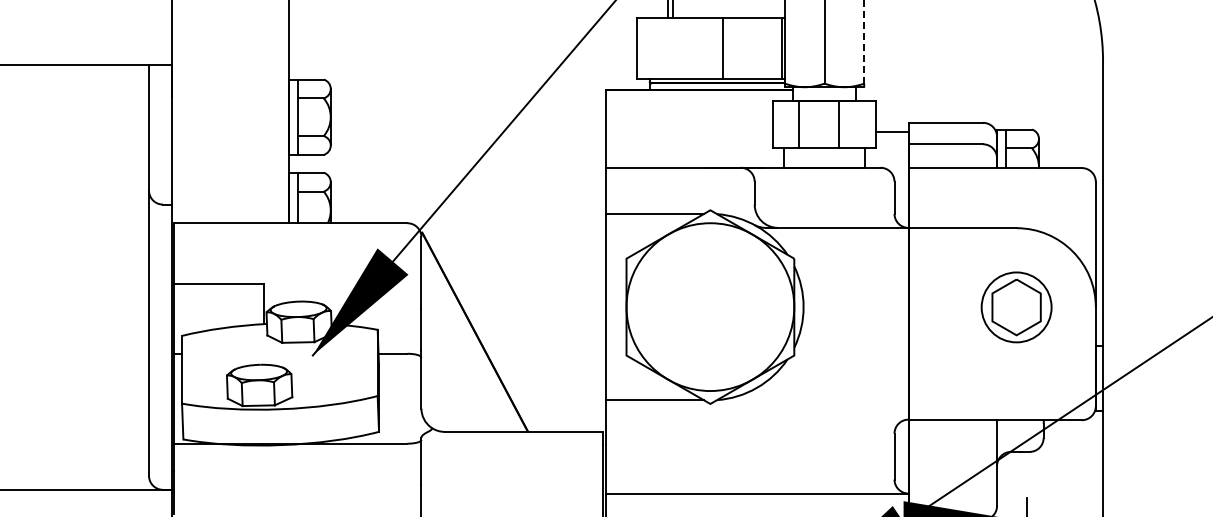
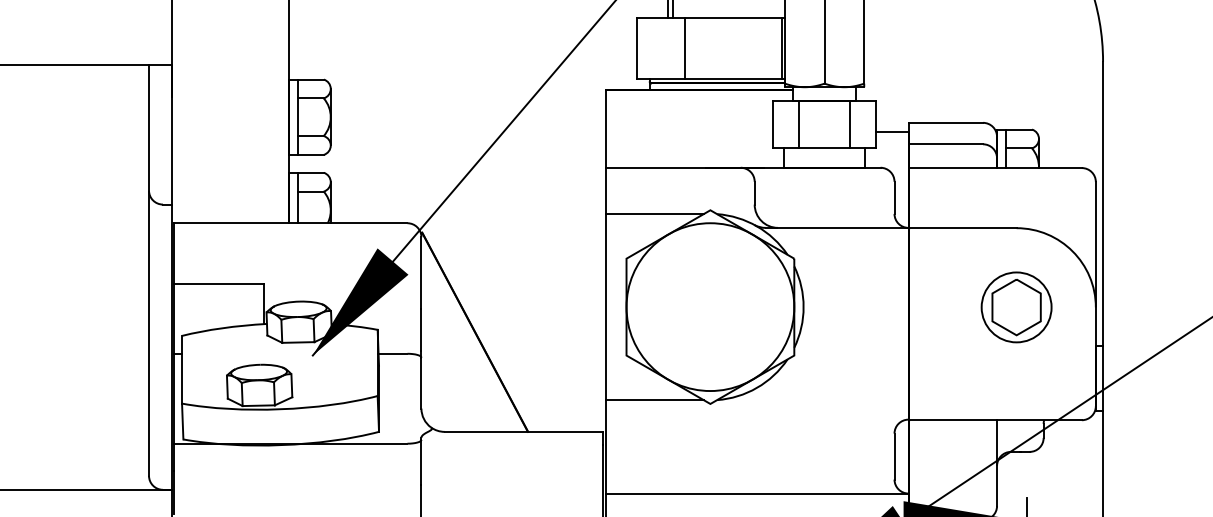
line at (864, 41): dashed -> solid
line at (723, 48) position: (723, 48) -> (685, 48)
line at (839, 124) position: (839, 124) -> (850, 124)
